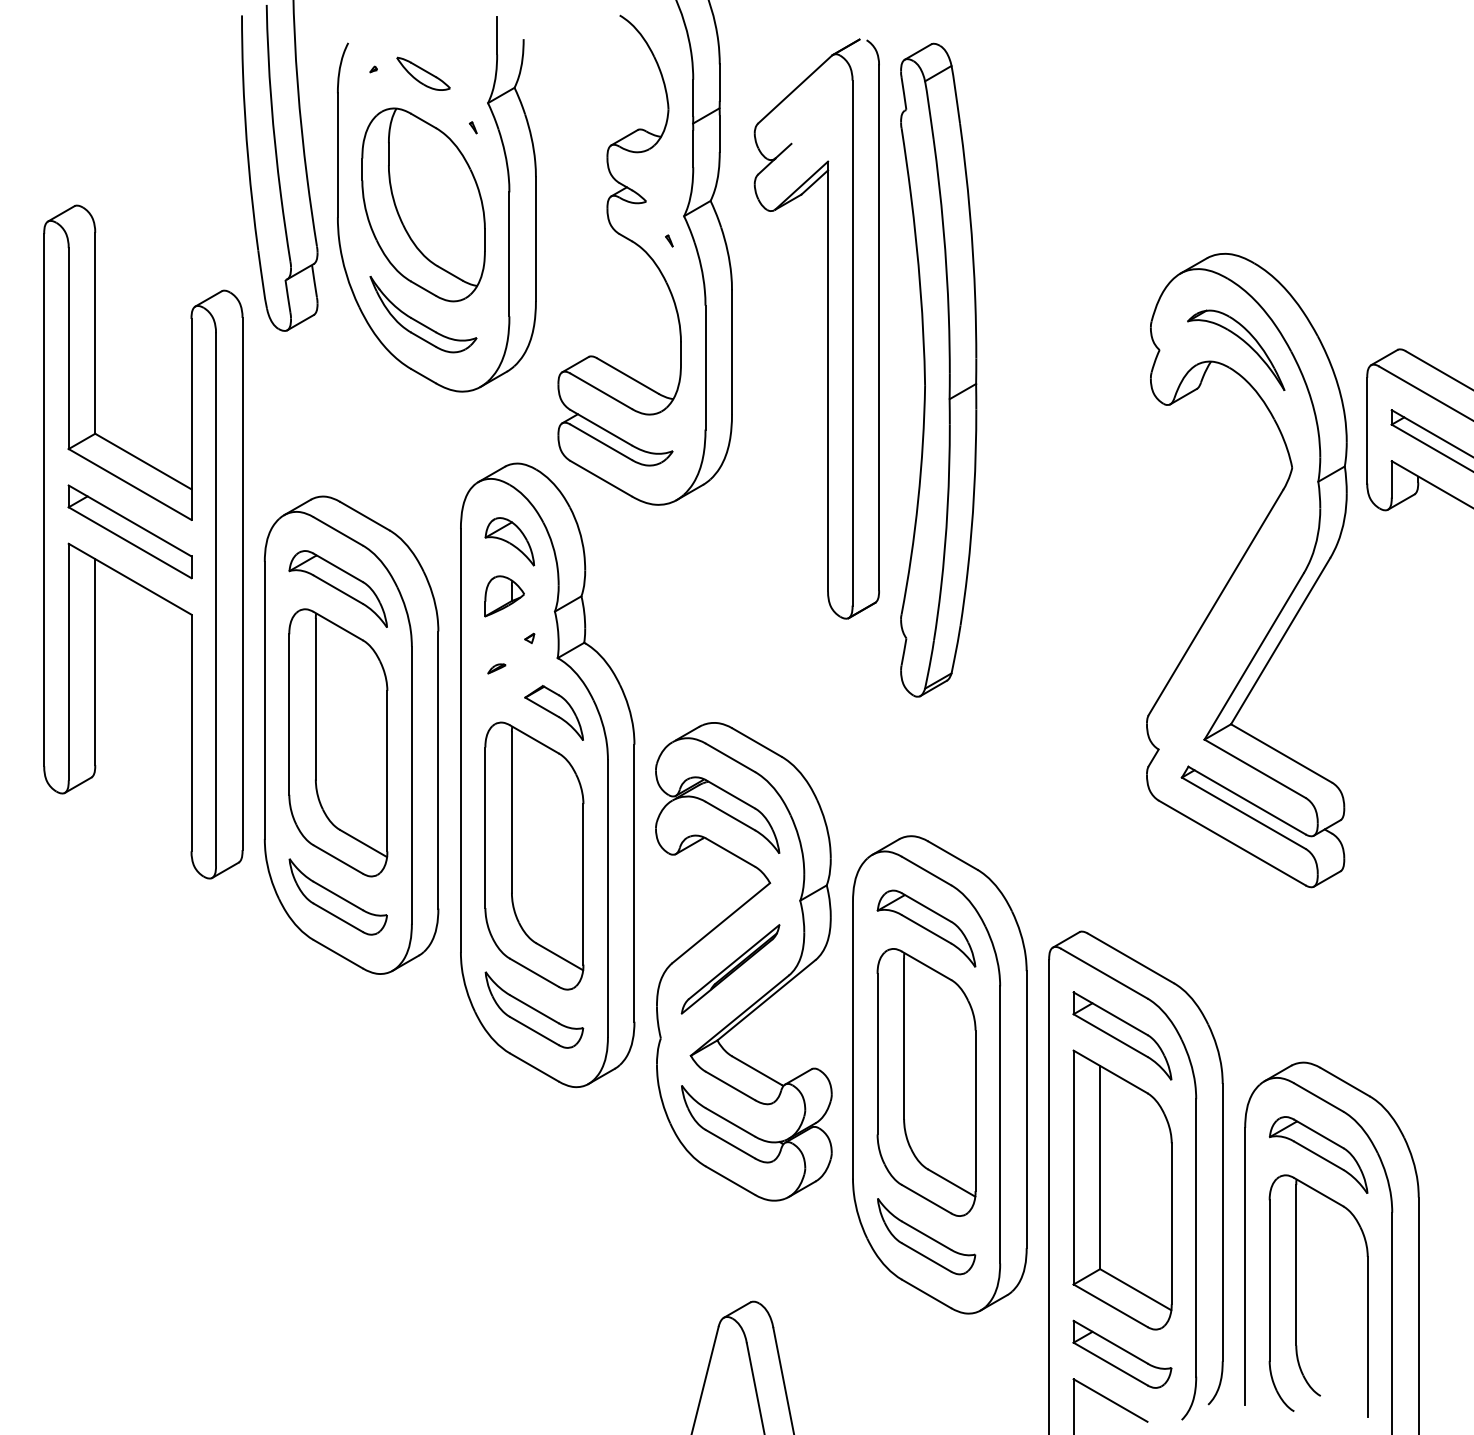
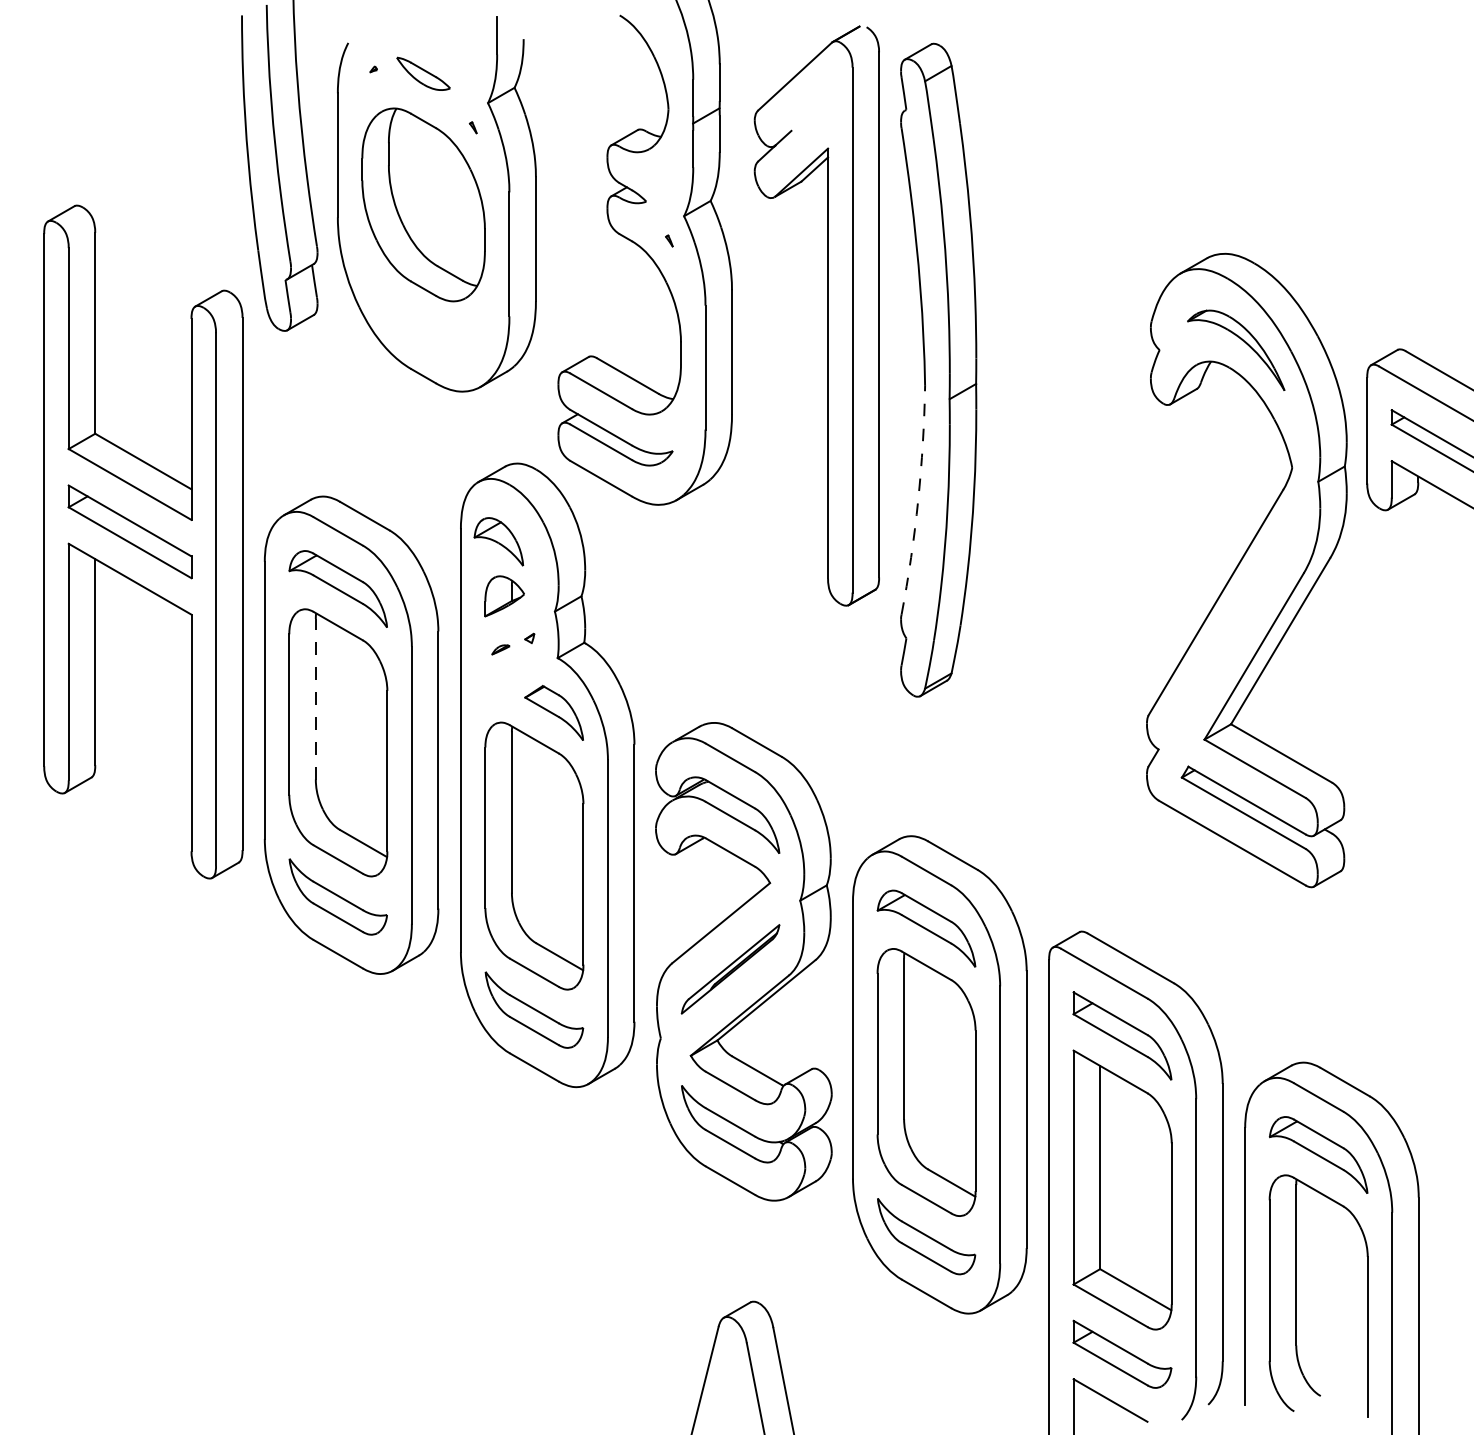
part at (419, 321): present -> none
part at (827, 328) position: (827, 328) -> (827, 315)
arc at (918, 500): solid -> dashed
part at (509, 541) position: (509, 541) -> (498, 541)
part at (496, 668) position: (496, 668) -> (500, 649)
line at (315, 698): solid -> dashed
